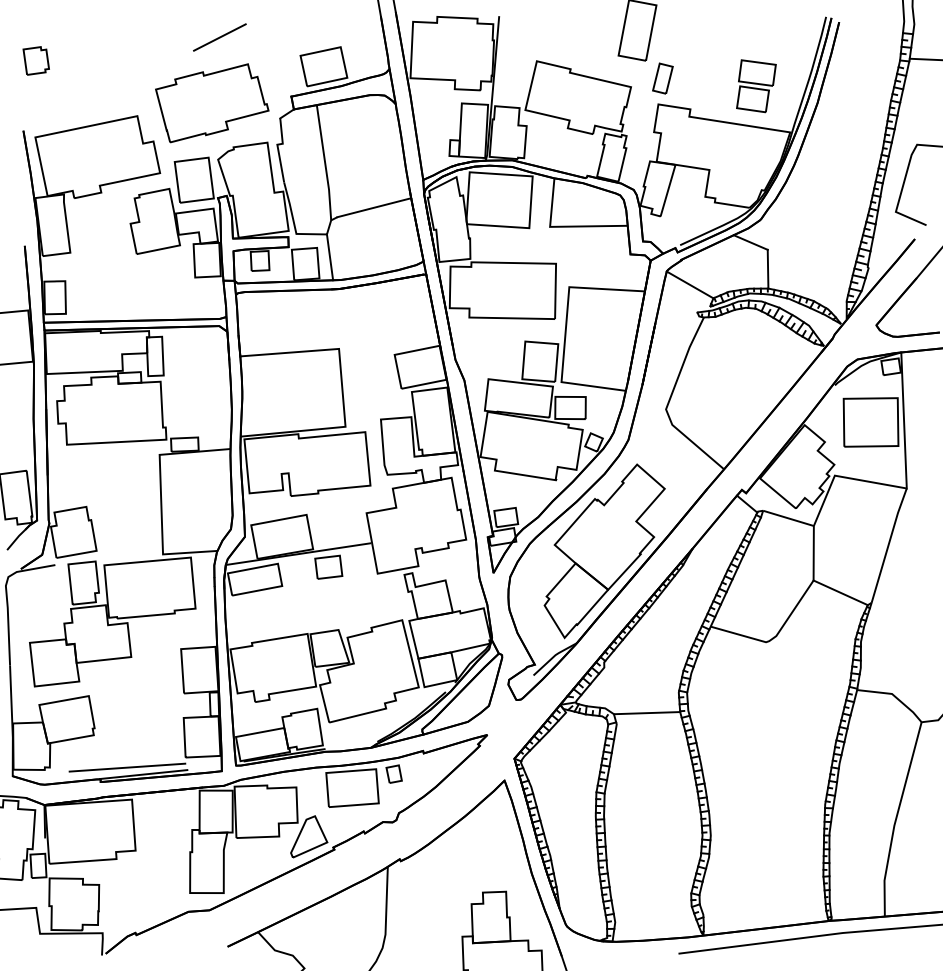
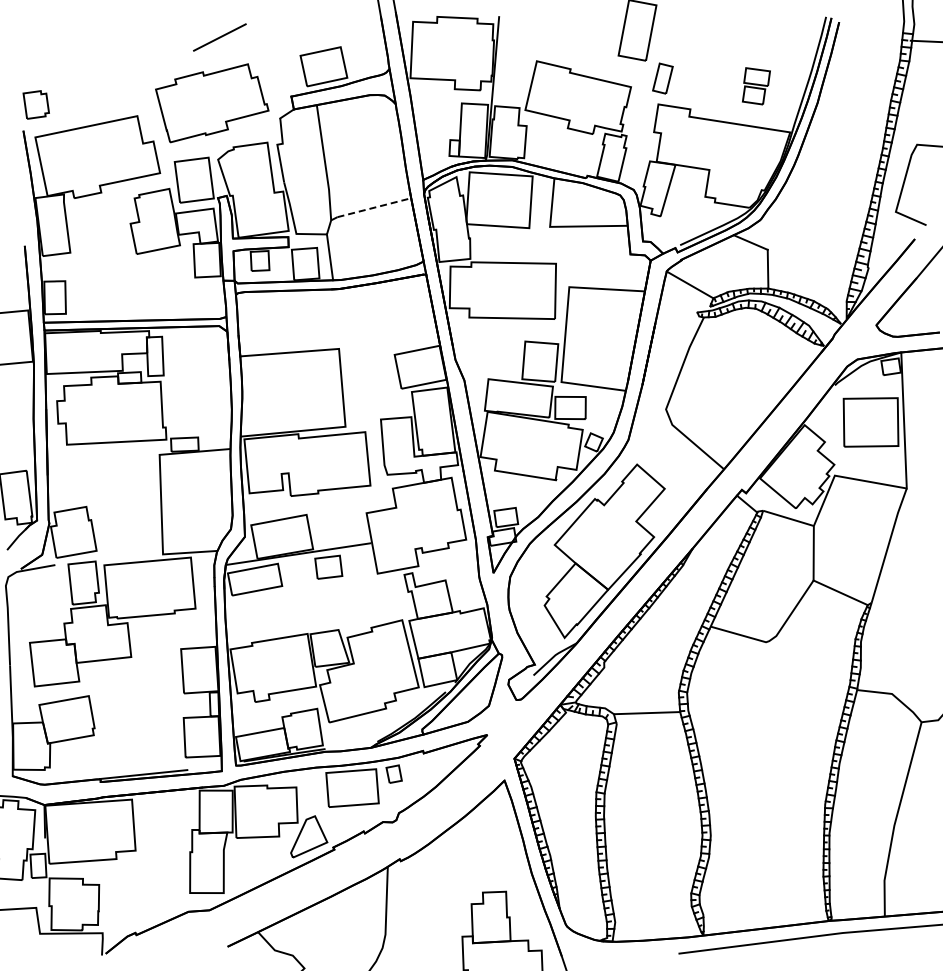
line at (924, 59) position: (924, 59) -> (924, 41)
part at (35, 60) position: (35, 60) -> (35, 104)
part at (756, 86) size: 41x55 px -> 29x39 px
line at (374, 207): solid -> dashed
line at (127, 767): present -> none
